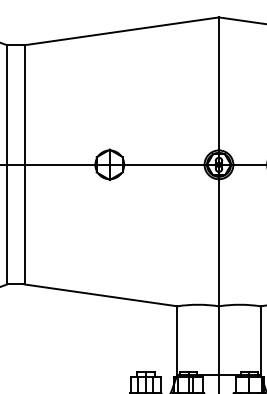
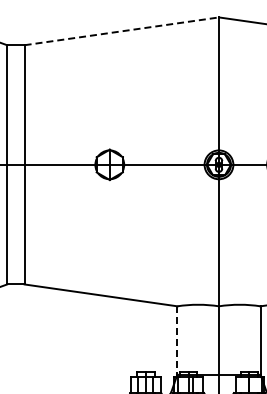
line at (122, 31): solid -> dashed
line at (177, 340): solid -> dashed
